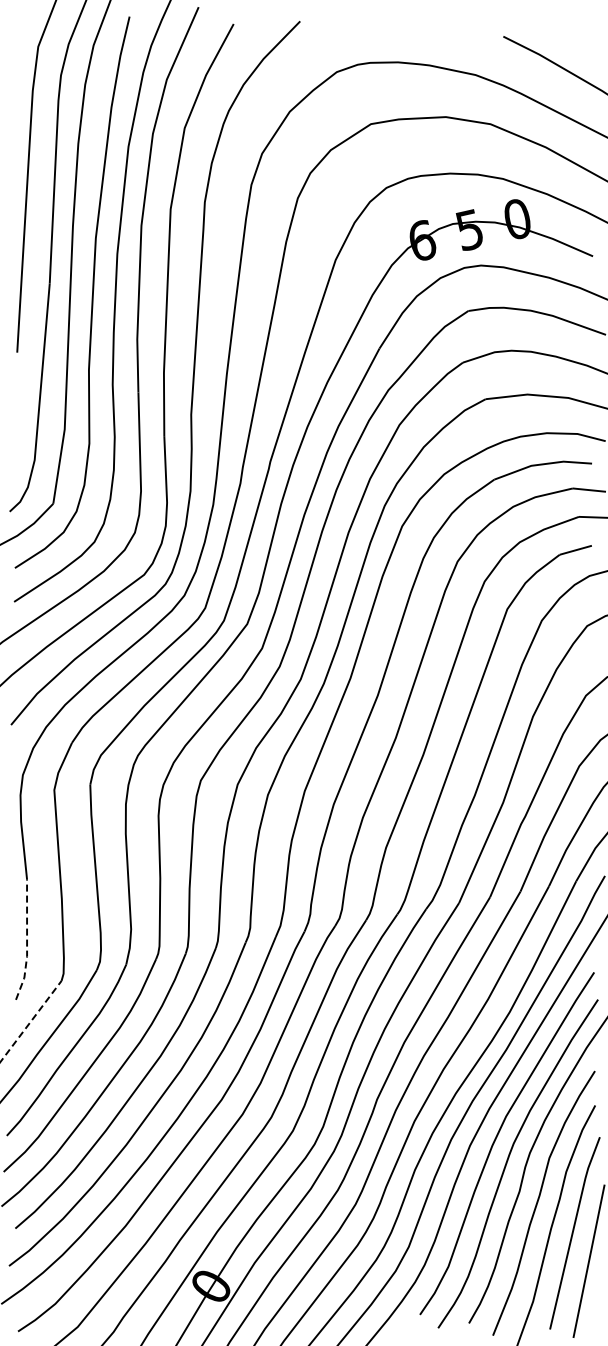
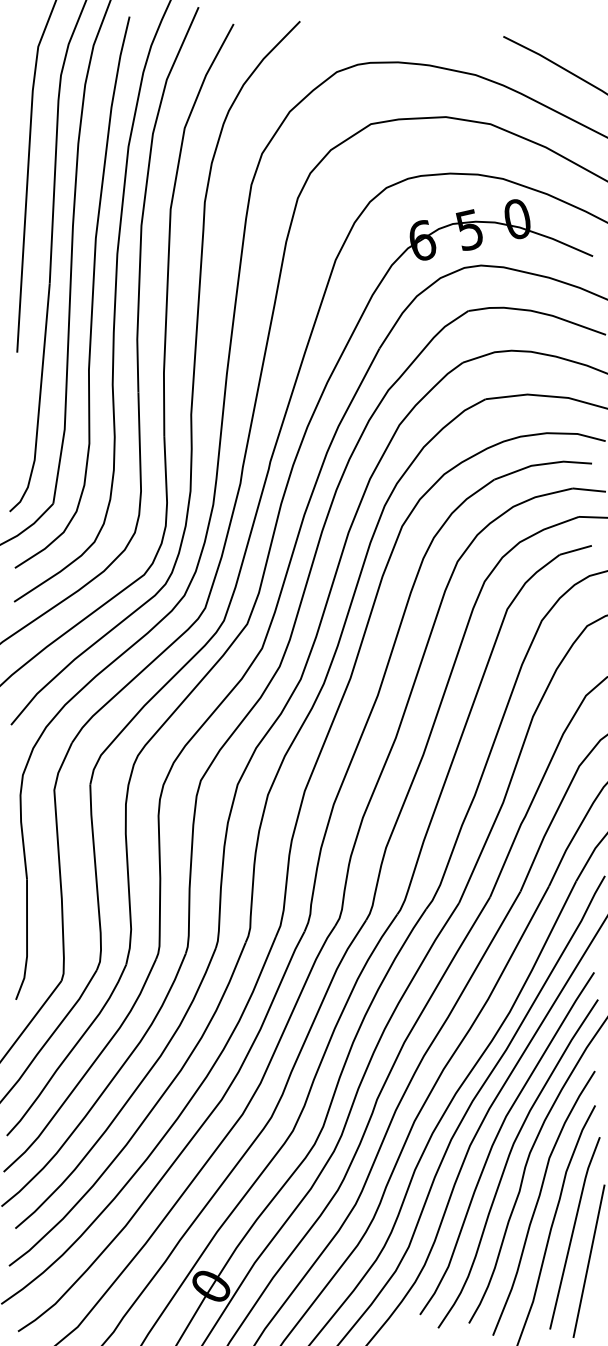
line at (27, 941): dashed -> solid
line at (30, 1021): dashed -> solid
